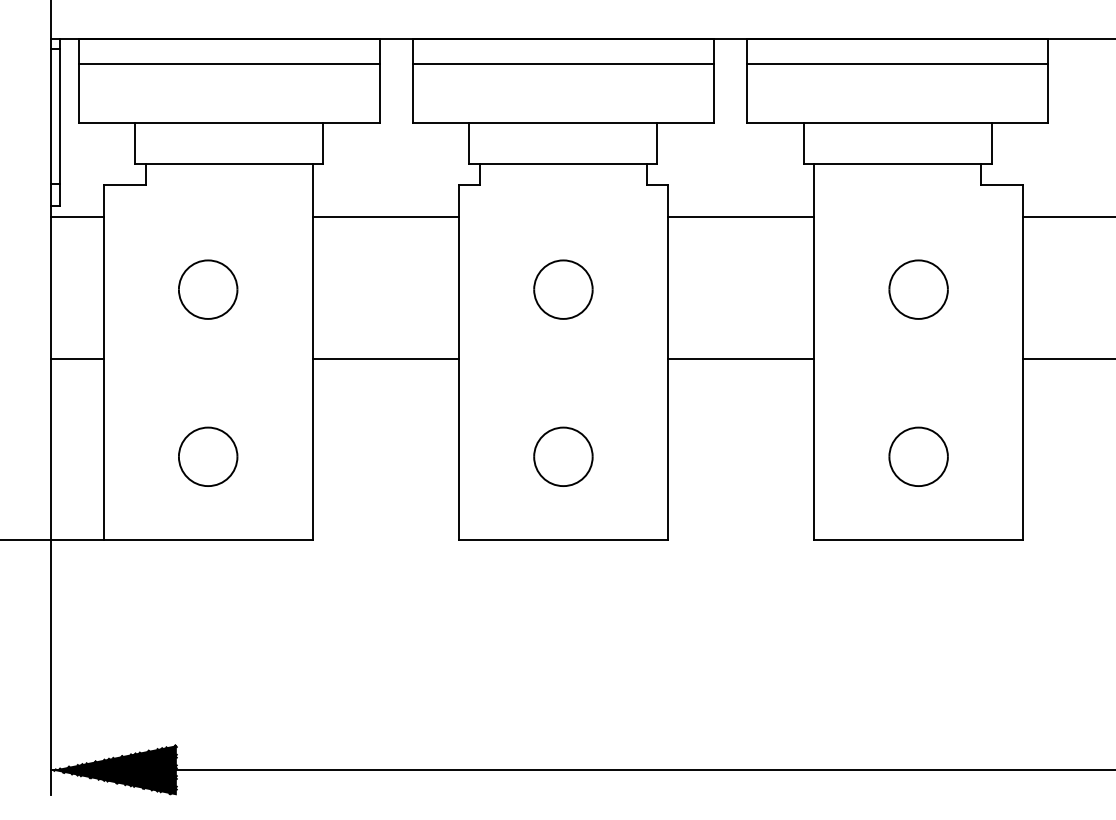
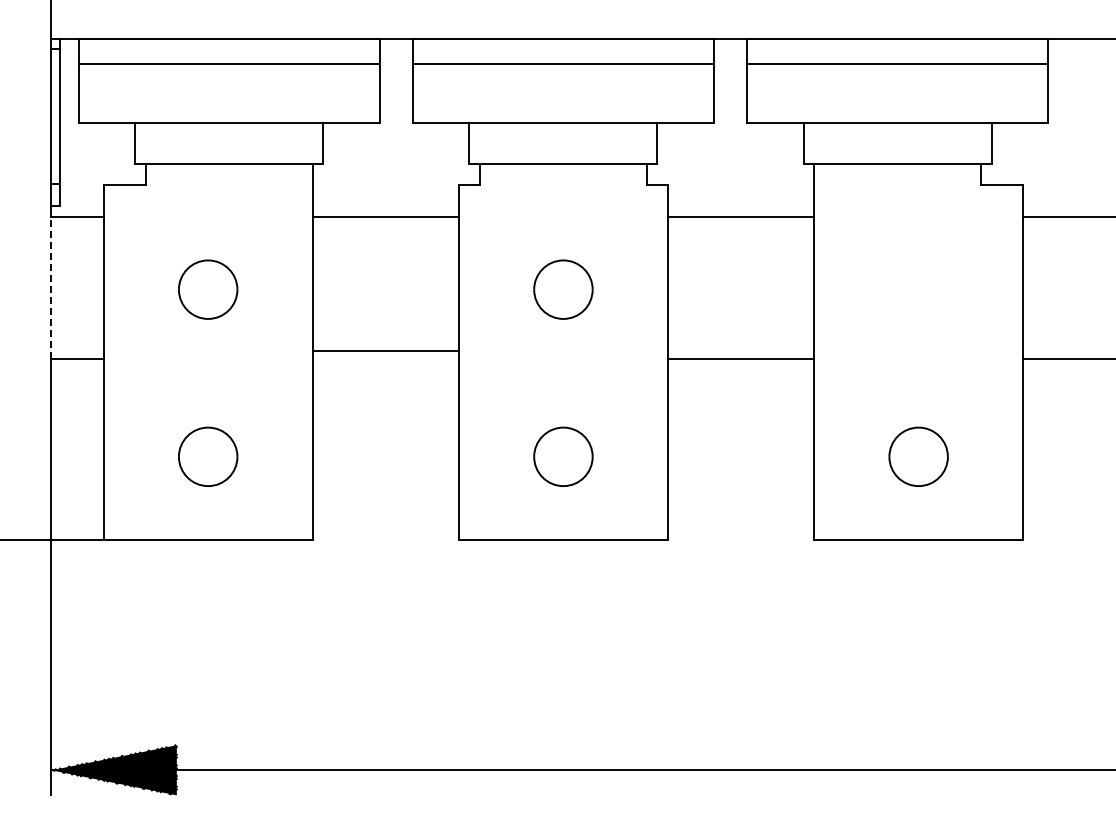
line at (51, 287): solid -> dashed
part at (918, 289): present -> none
line at (385, 358) position: (385, 358) -> (385, 350)
